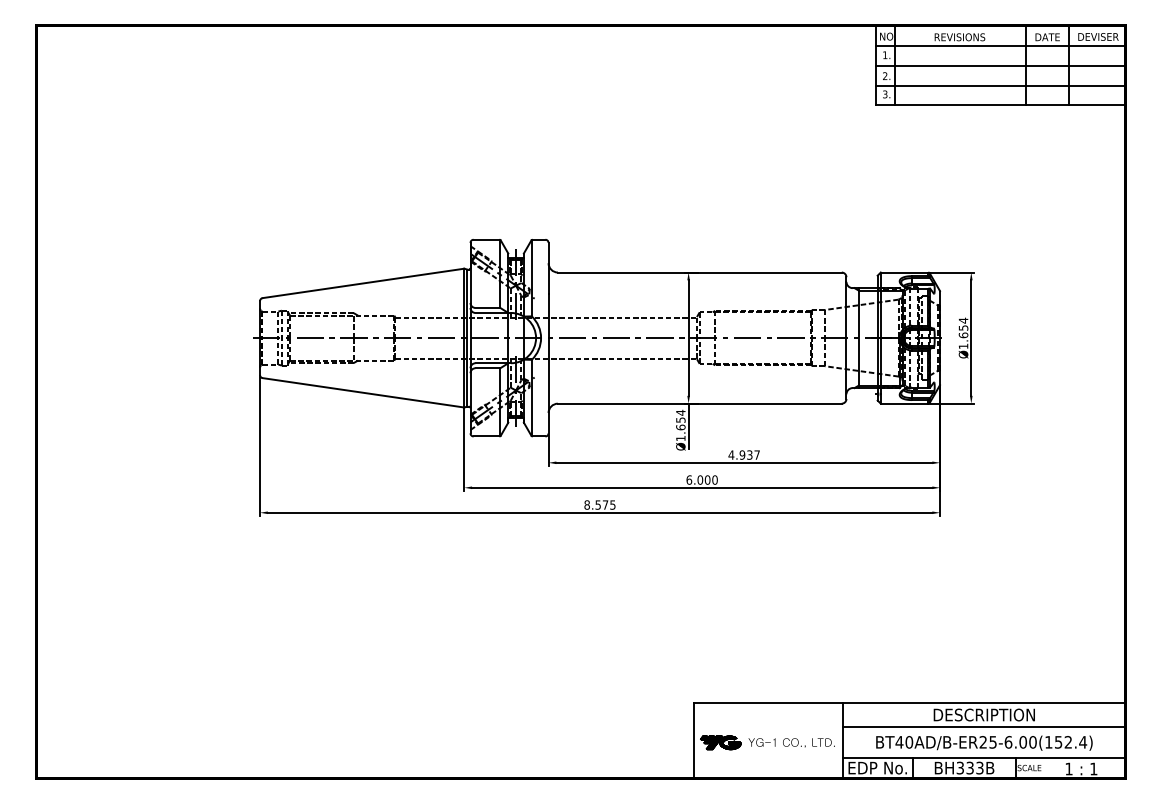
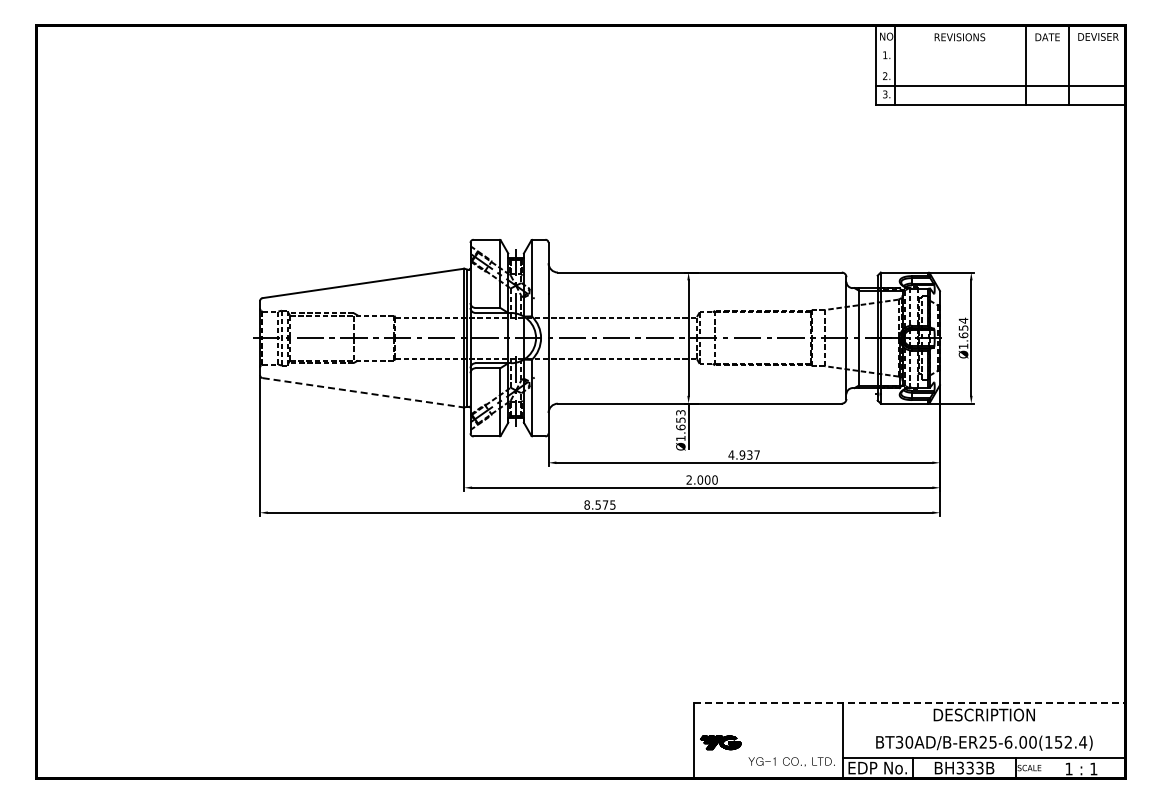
line at (1000, 45): present -> none
line at (1000, 65): present -> none
line at (363, 392): solid -> dashed
text at (680, 412): Ø1.654 -> Ø1.653
text at (689, 479): 6.000 -> 2.000
line at (910, 703): solid -> dashed
line at (984, 726): present -> none
text at (791, 742) position: (791, 742) -> (791, 761)
text at (899, 742): BT40AD/B-ER25-6.00(152.4) -> BT30AD/B-ER25-6.00(152.4)
